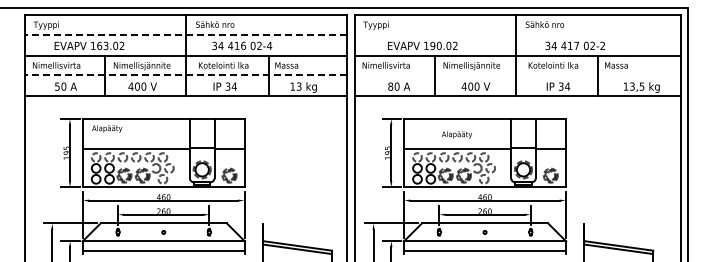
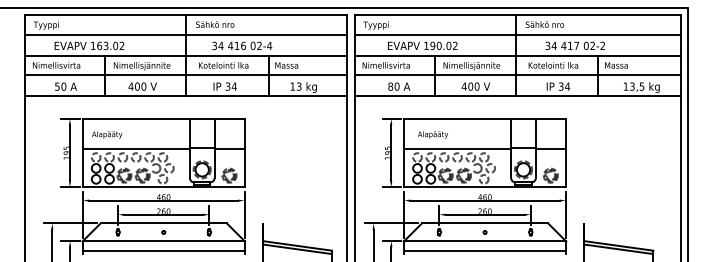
line at (185, 34): dashed -> solid
line at (517, 34): none -> present
line at (185, 75): dashed -> solid
line at (517, 75): none -> present
text at (107, 128) position: (107, 128) -> (107, 134)
text at (456, 134) position: (456, 134) -> (432, 134)
